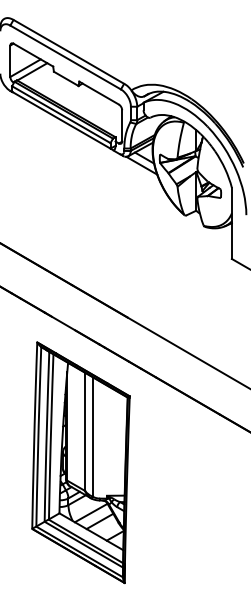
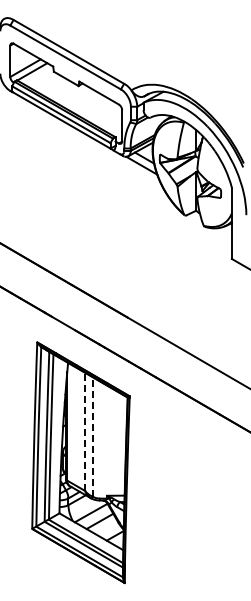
line at (85, 431): solid -> dashed
line at (93, 437): solid -> dashed
